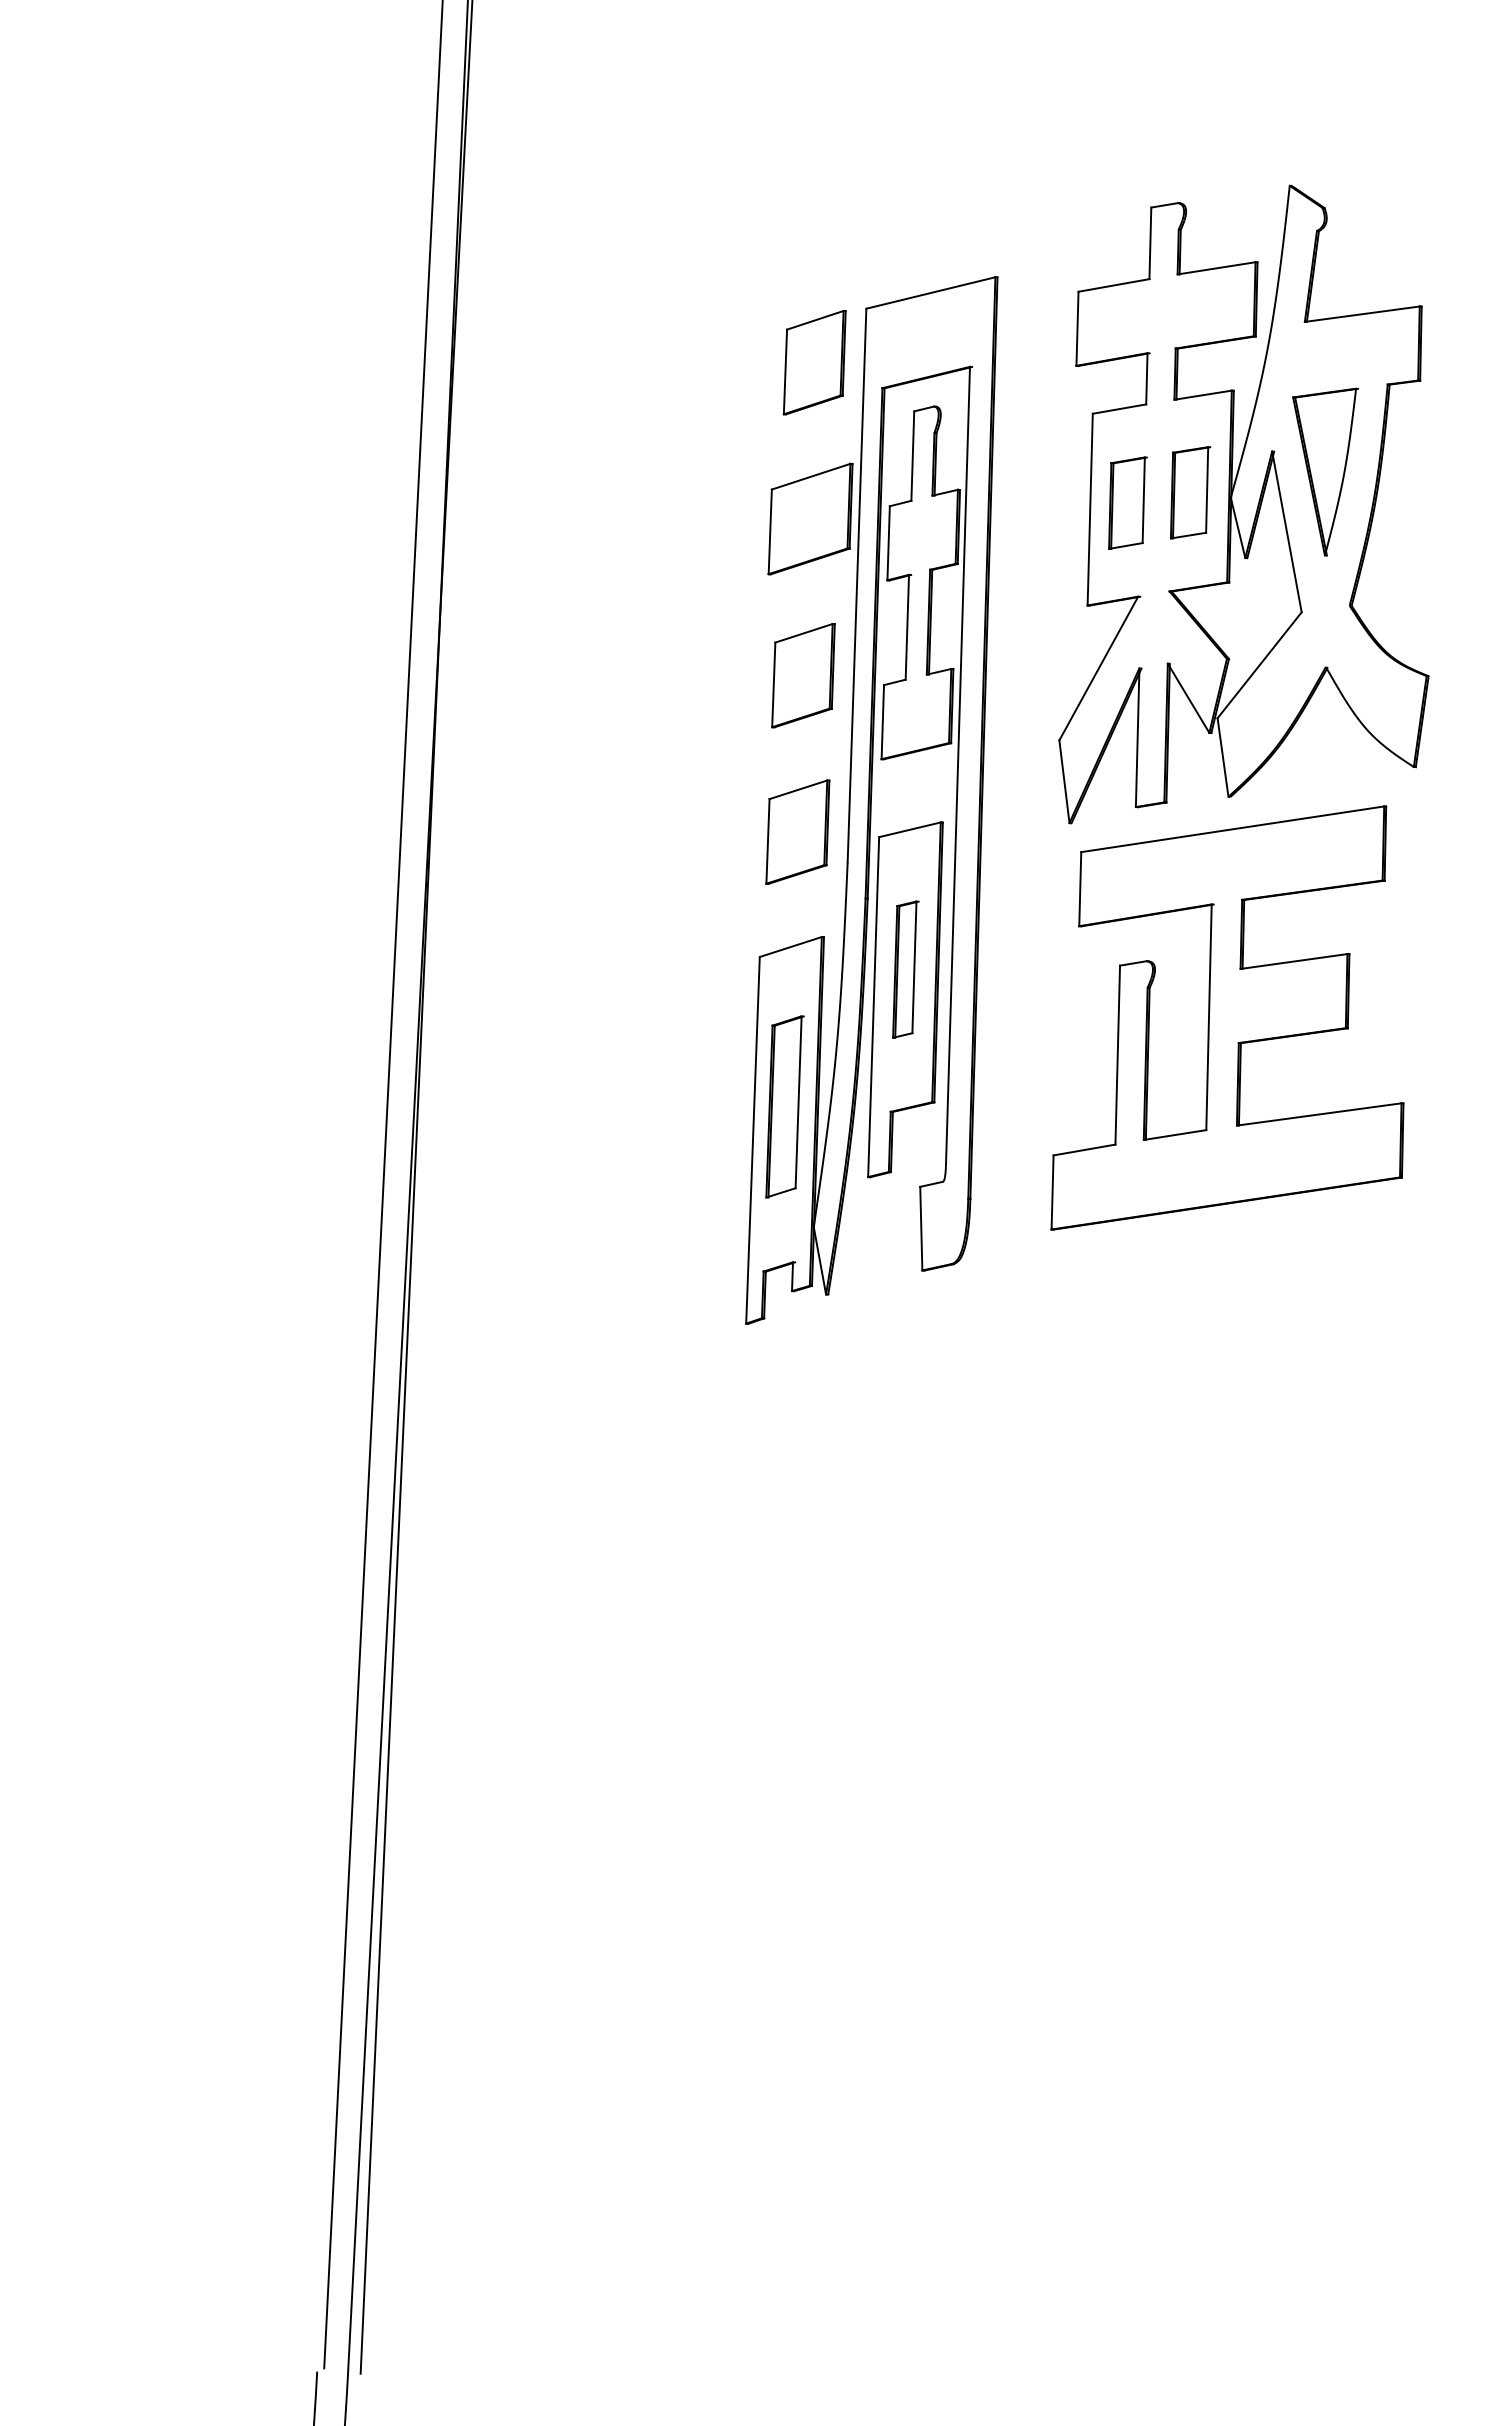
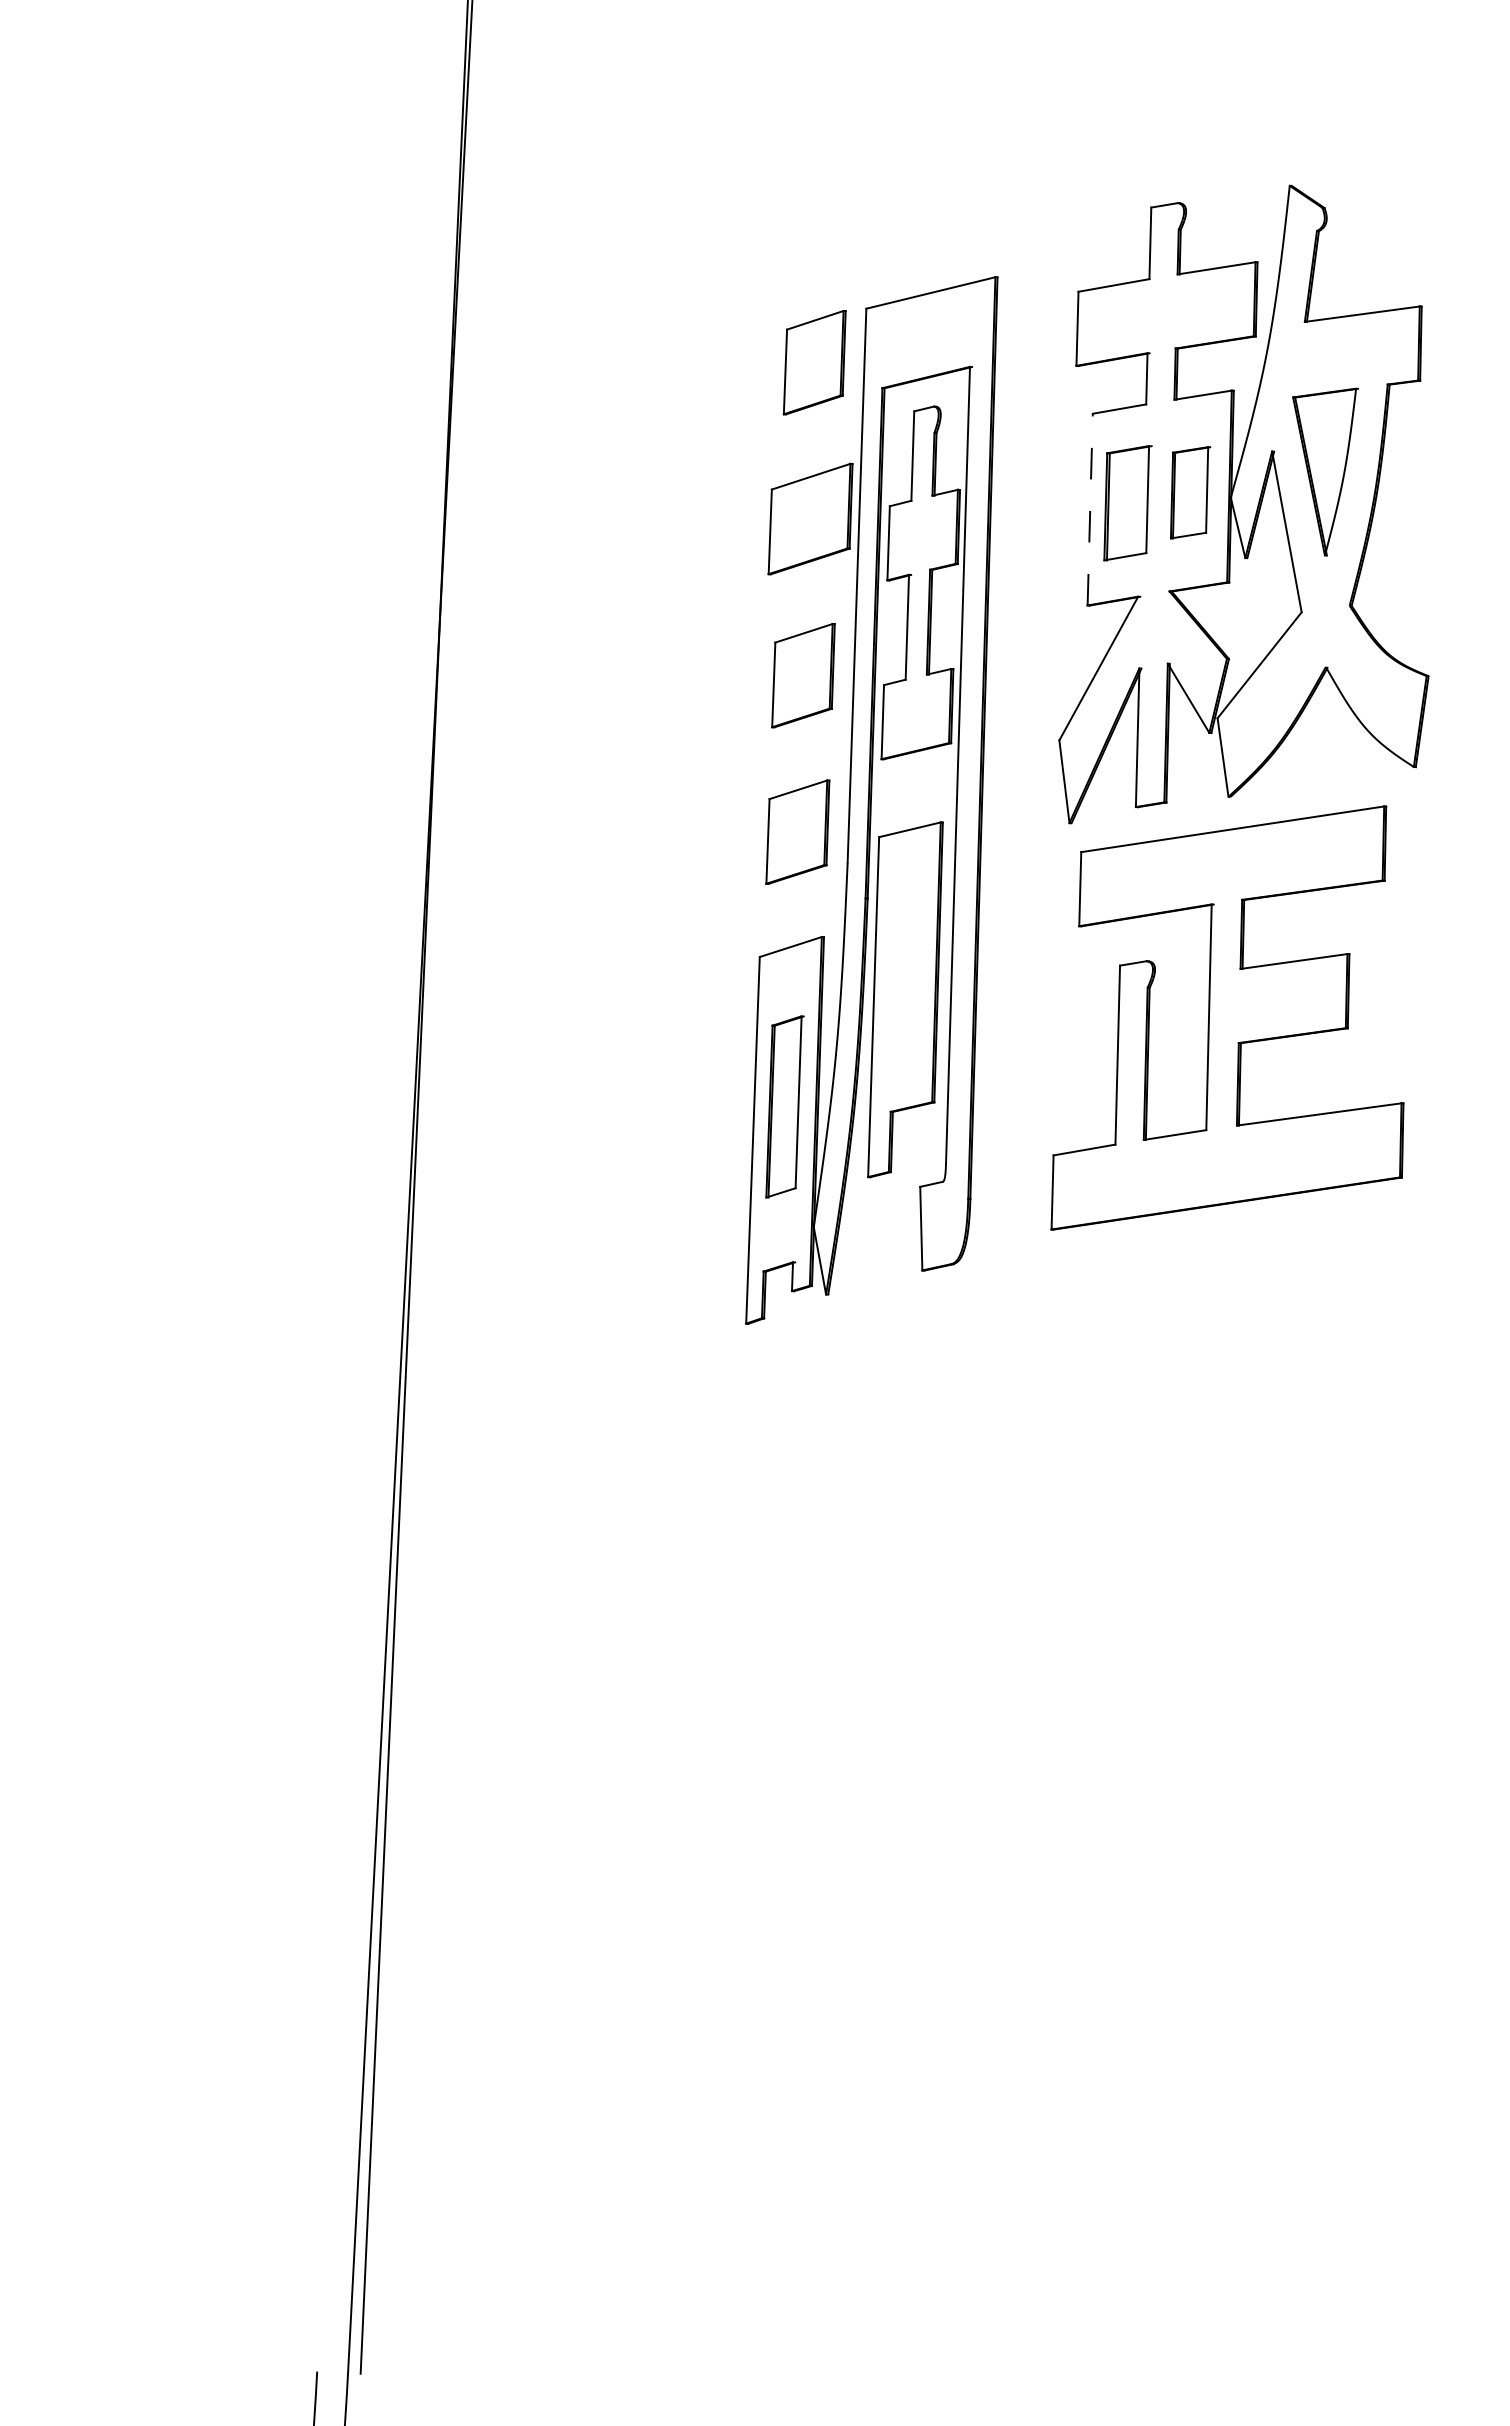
part at (1127, 502) size: 40x94 px -> 50x117 px
line at (1090, 509): solid -> dashed
part at (905, 969): present -> none
line at (383, 1185): present -> none
